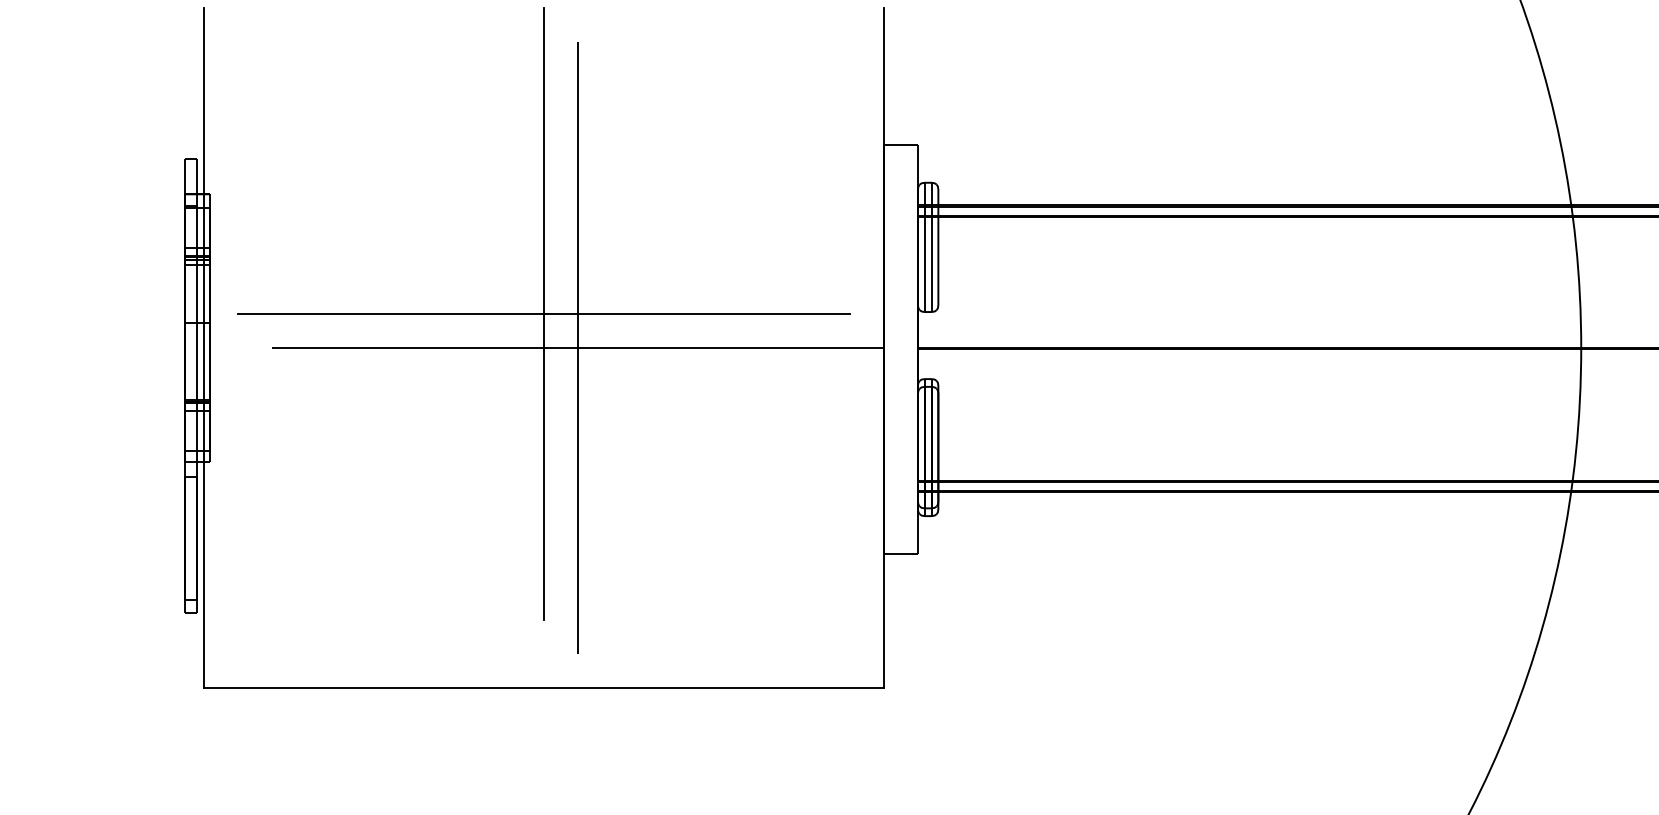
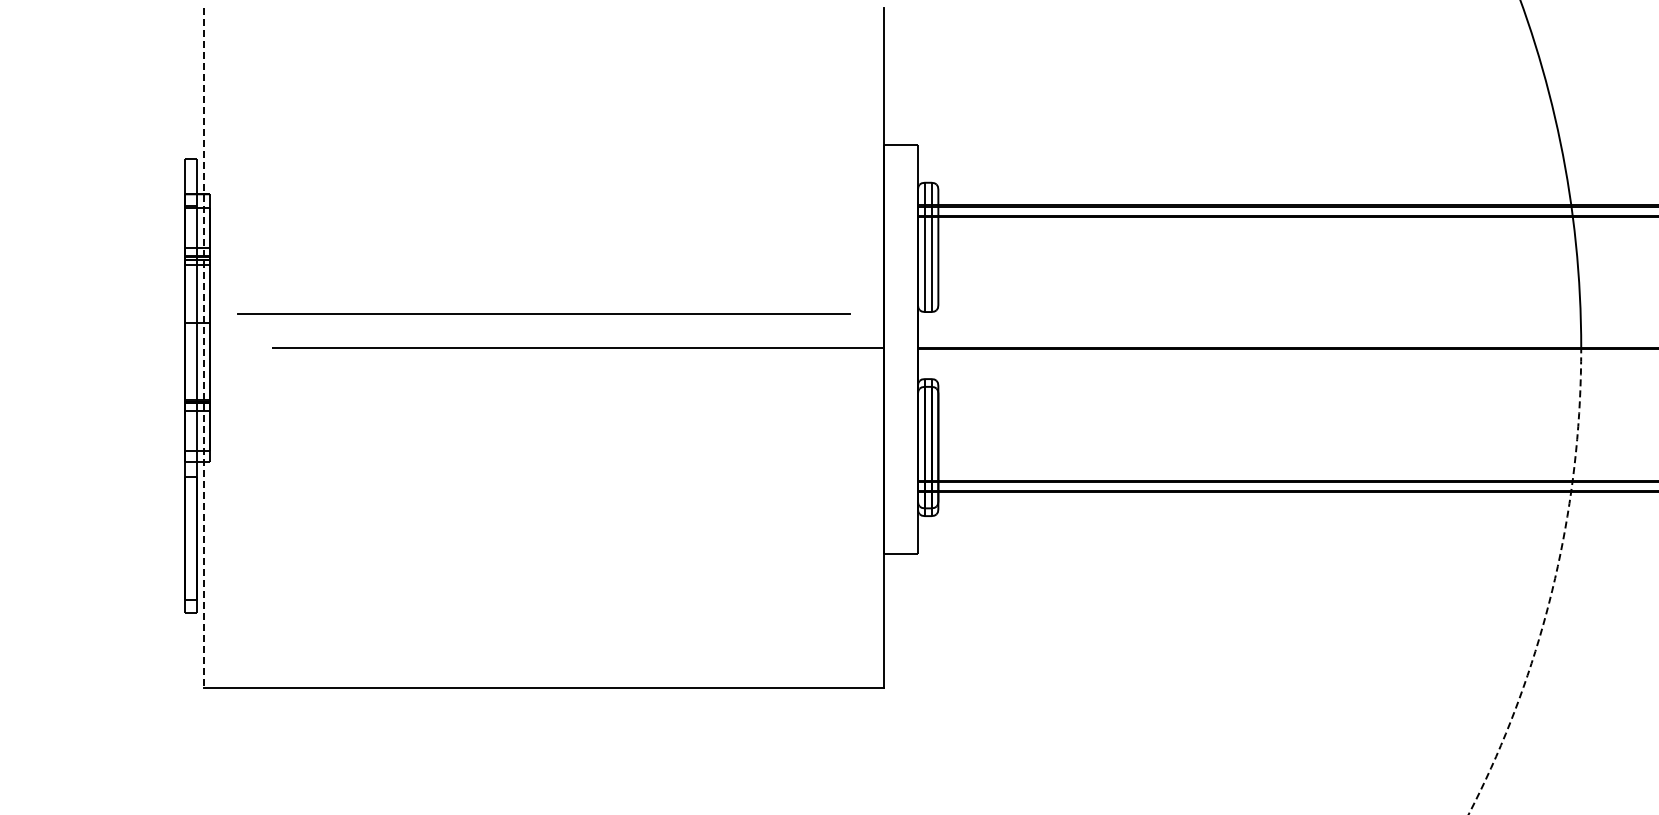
line at (543, 314): present -> none
line at (203, 348): solid -> dashed
line at (577, 348): present -> none
arc at (1552, 588): solid -> dashed
